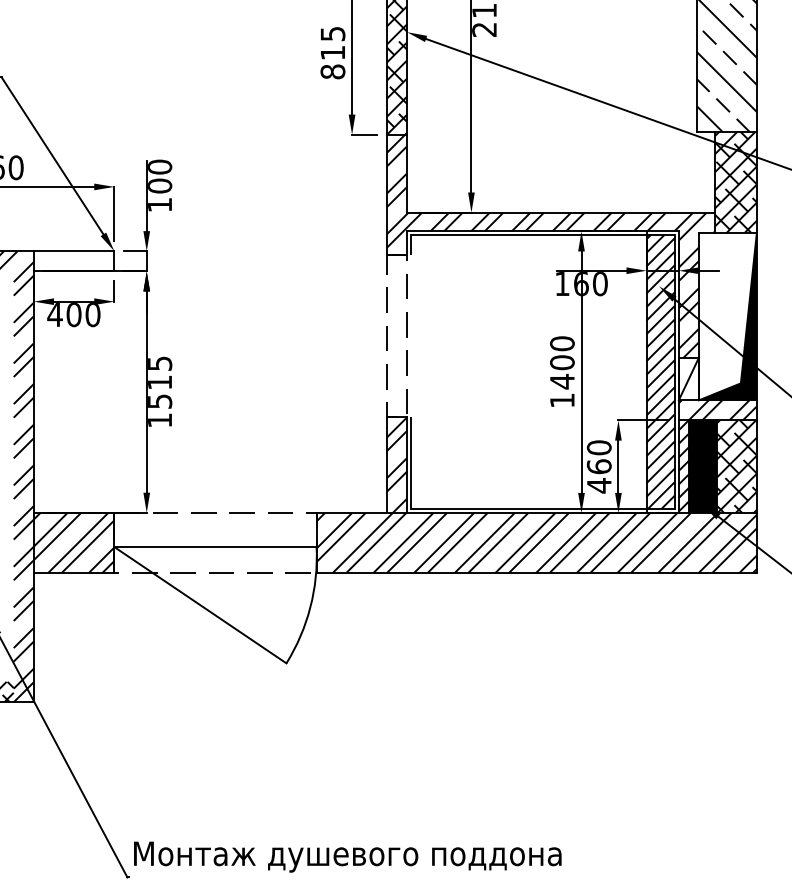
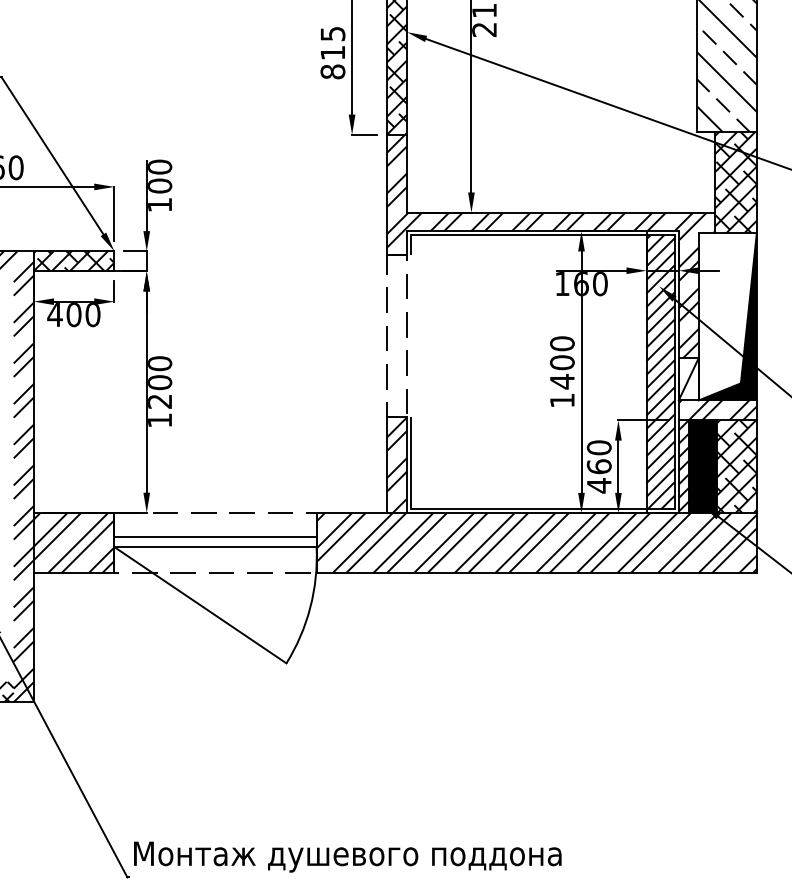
hatch at (73, 261): none -> present
text at (160, 382): 1515 -> 1200
line at (215, 537): none -> present
